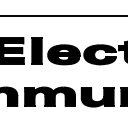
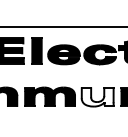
line at (63, 16) position: (63, 16) -> (63, 27)
fill at (97, 97): present -> none
